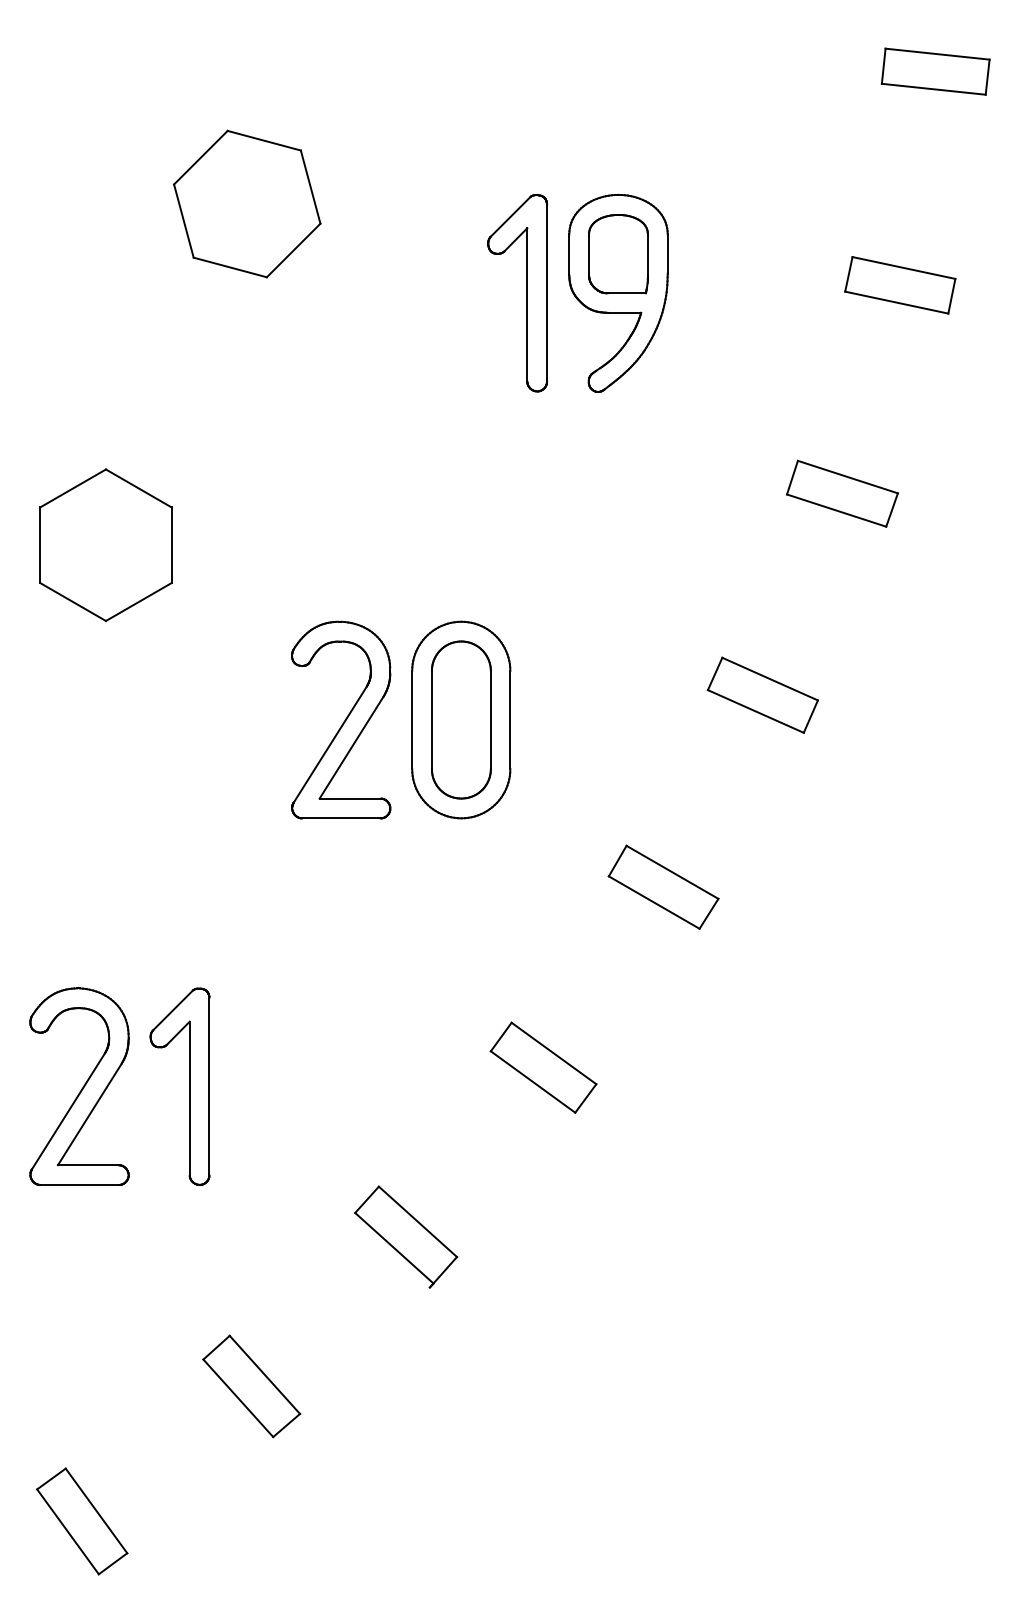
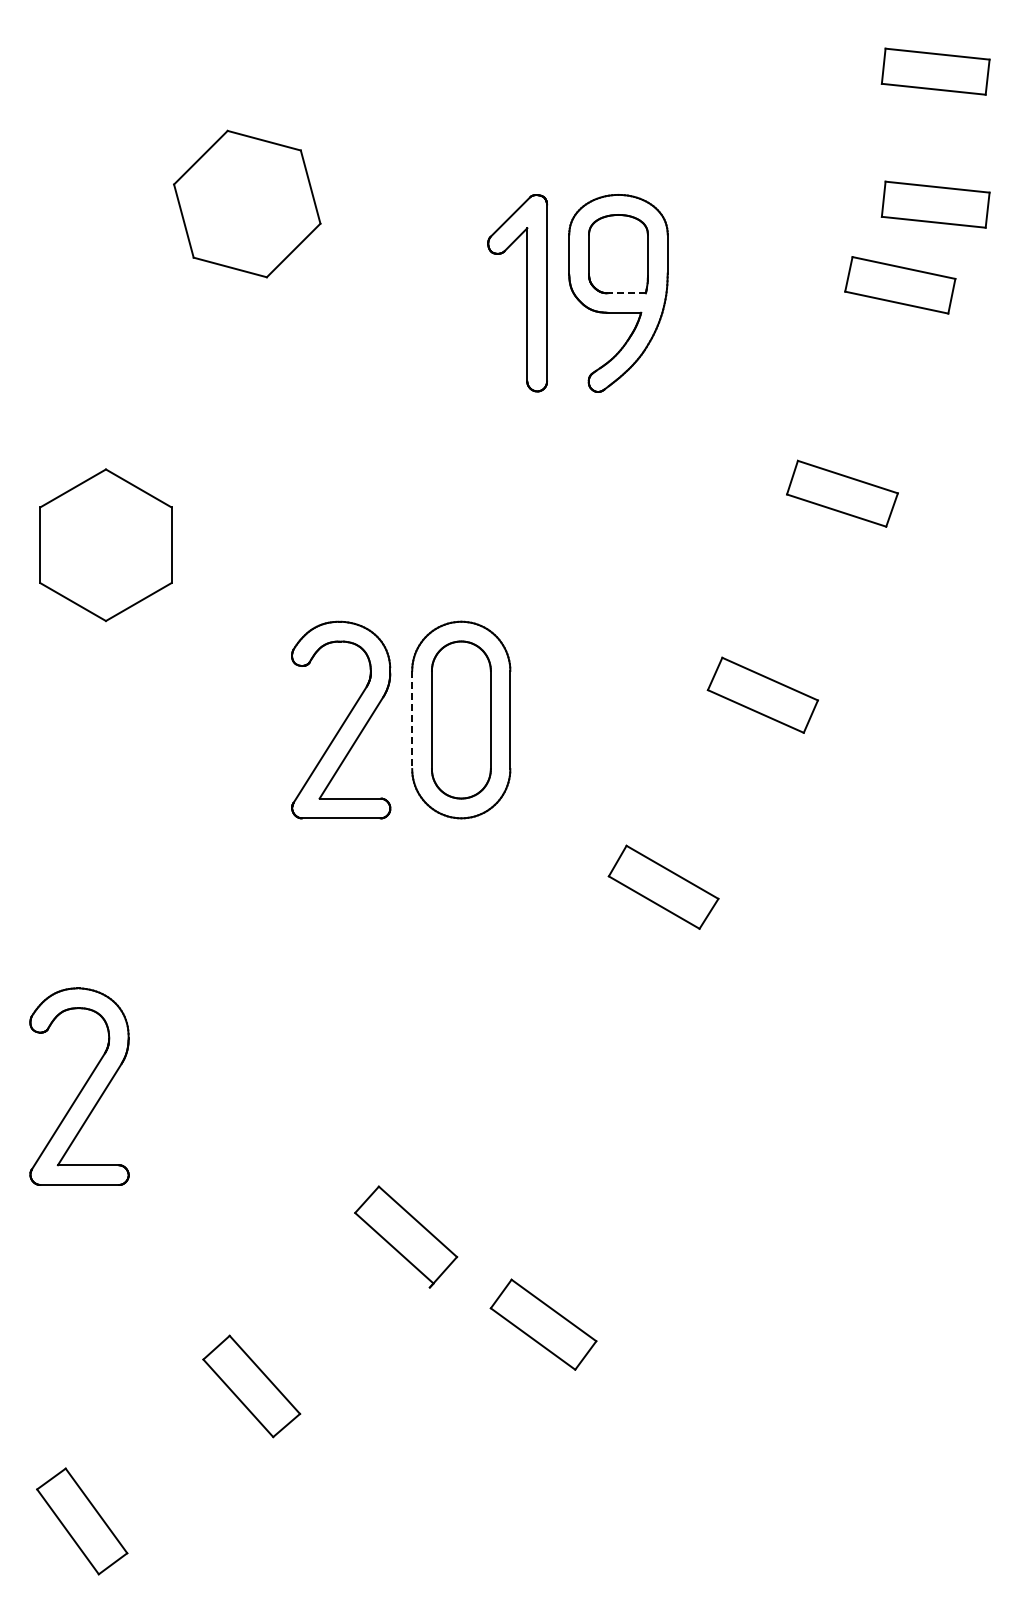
part at (935, 204): none -> present
line at (626, 293): solid -> dashed
line at (412, 720): solid -> dashed
part at (543, 1067) position: (543, 1067) -> (543, 1324)
part at (189, 1086): present -> none
